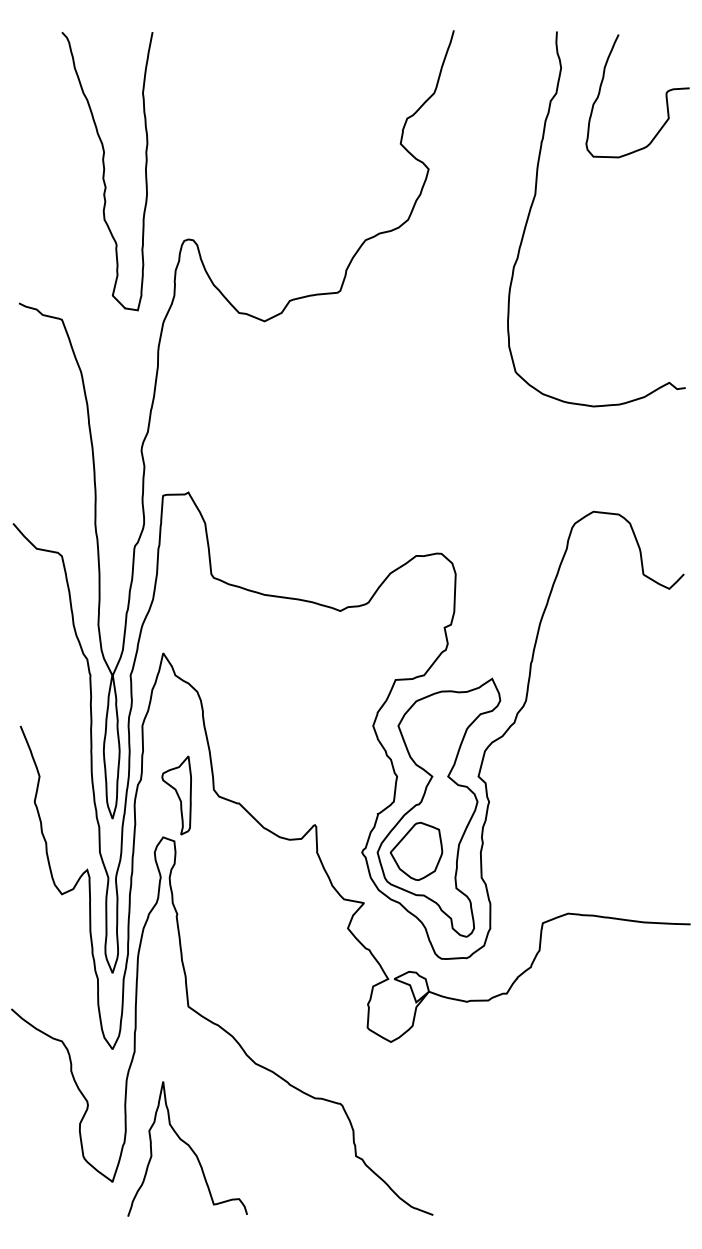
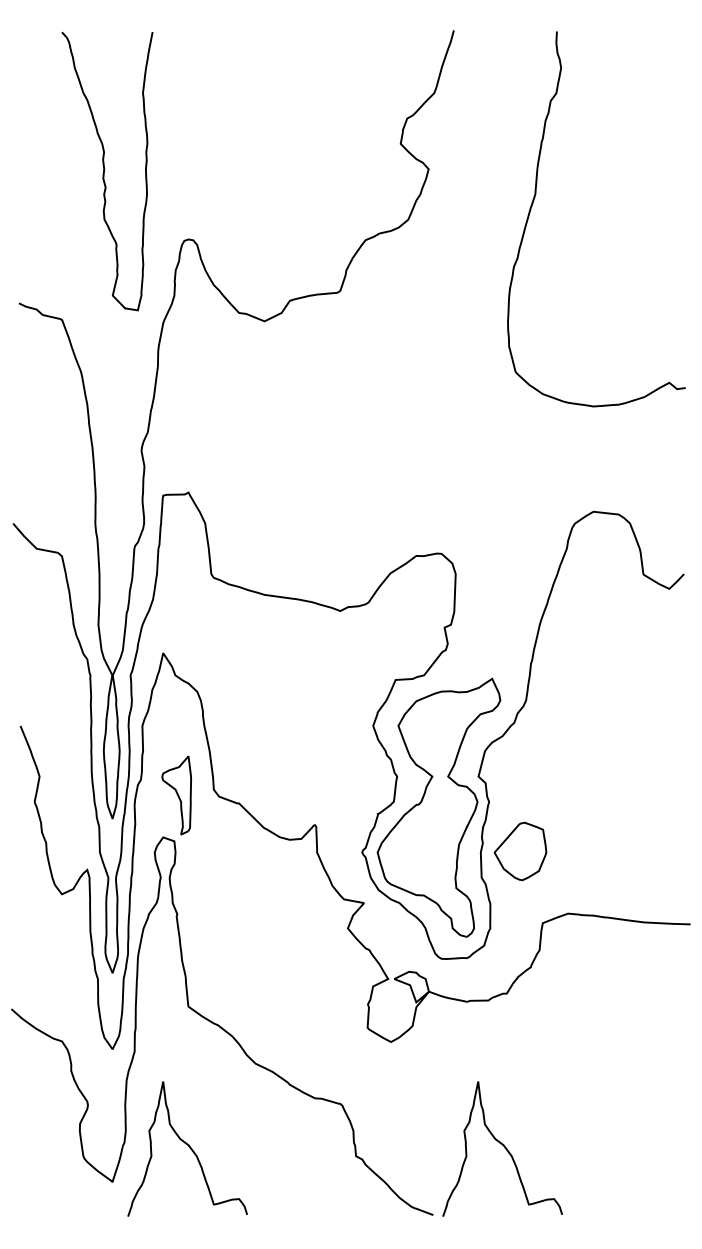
curve at (665, 96): present -> none
part at (416, 850) position: (416, 850) -> (520, 850)
curve at (504, 1148): none -> present
